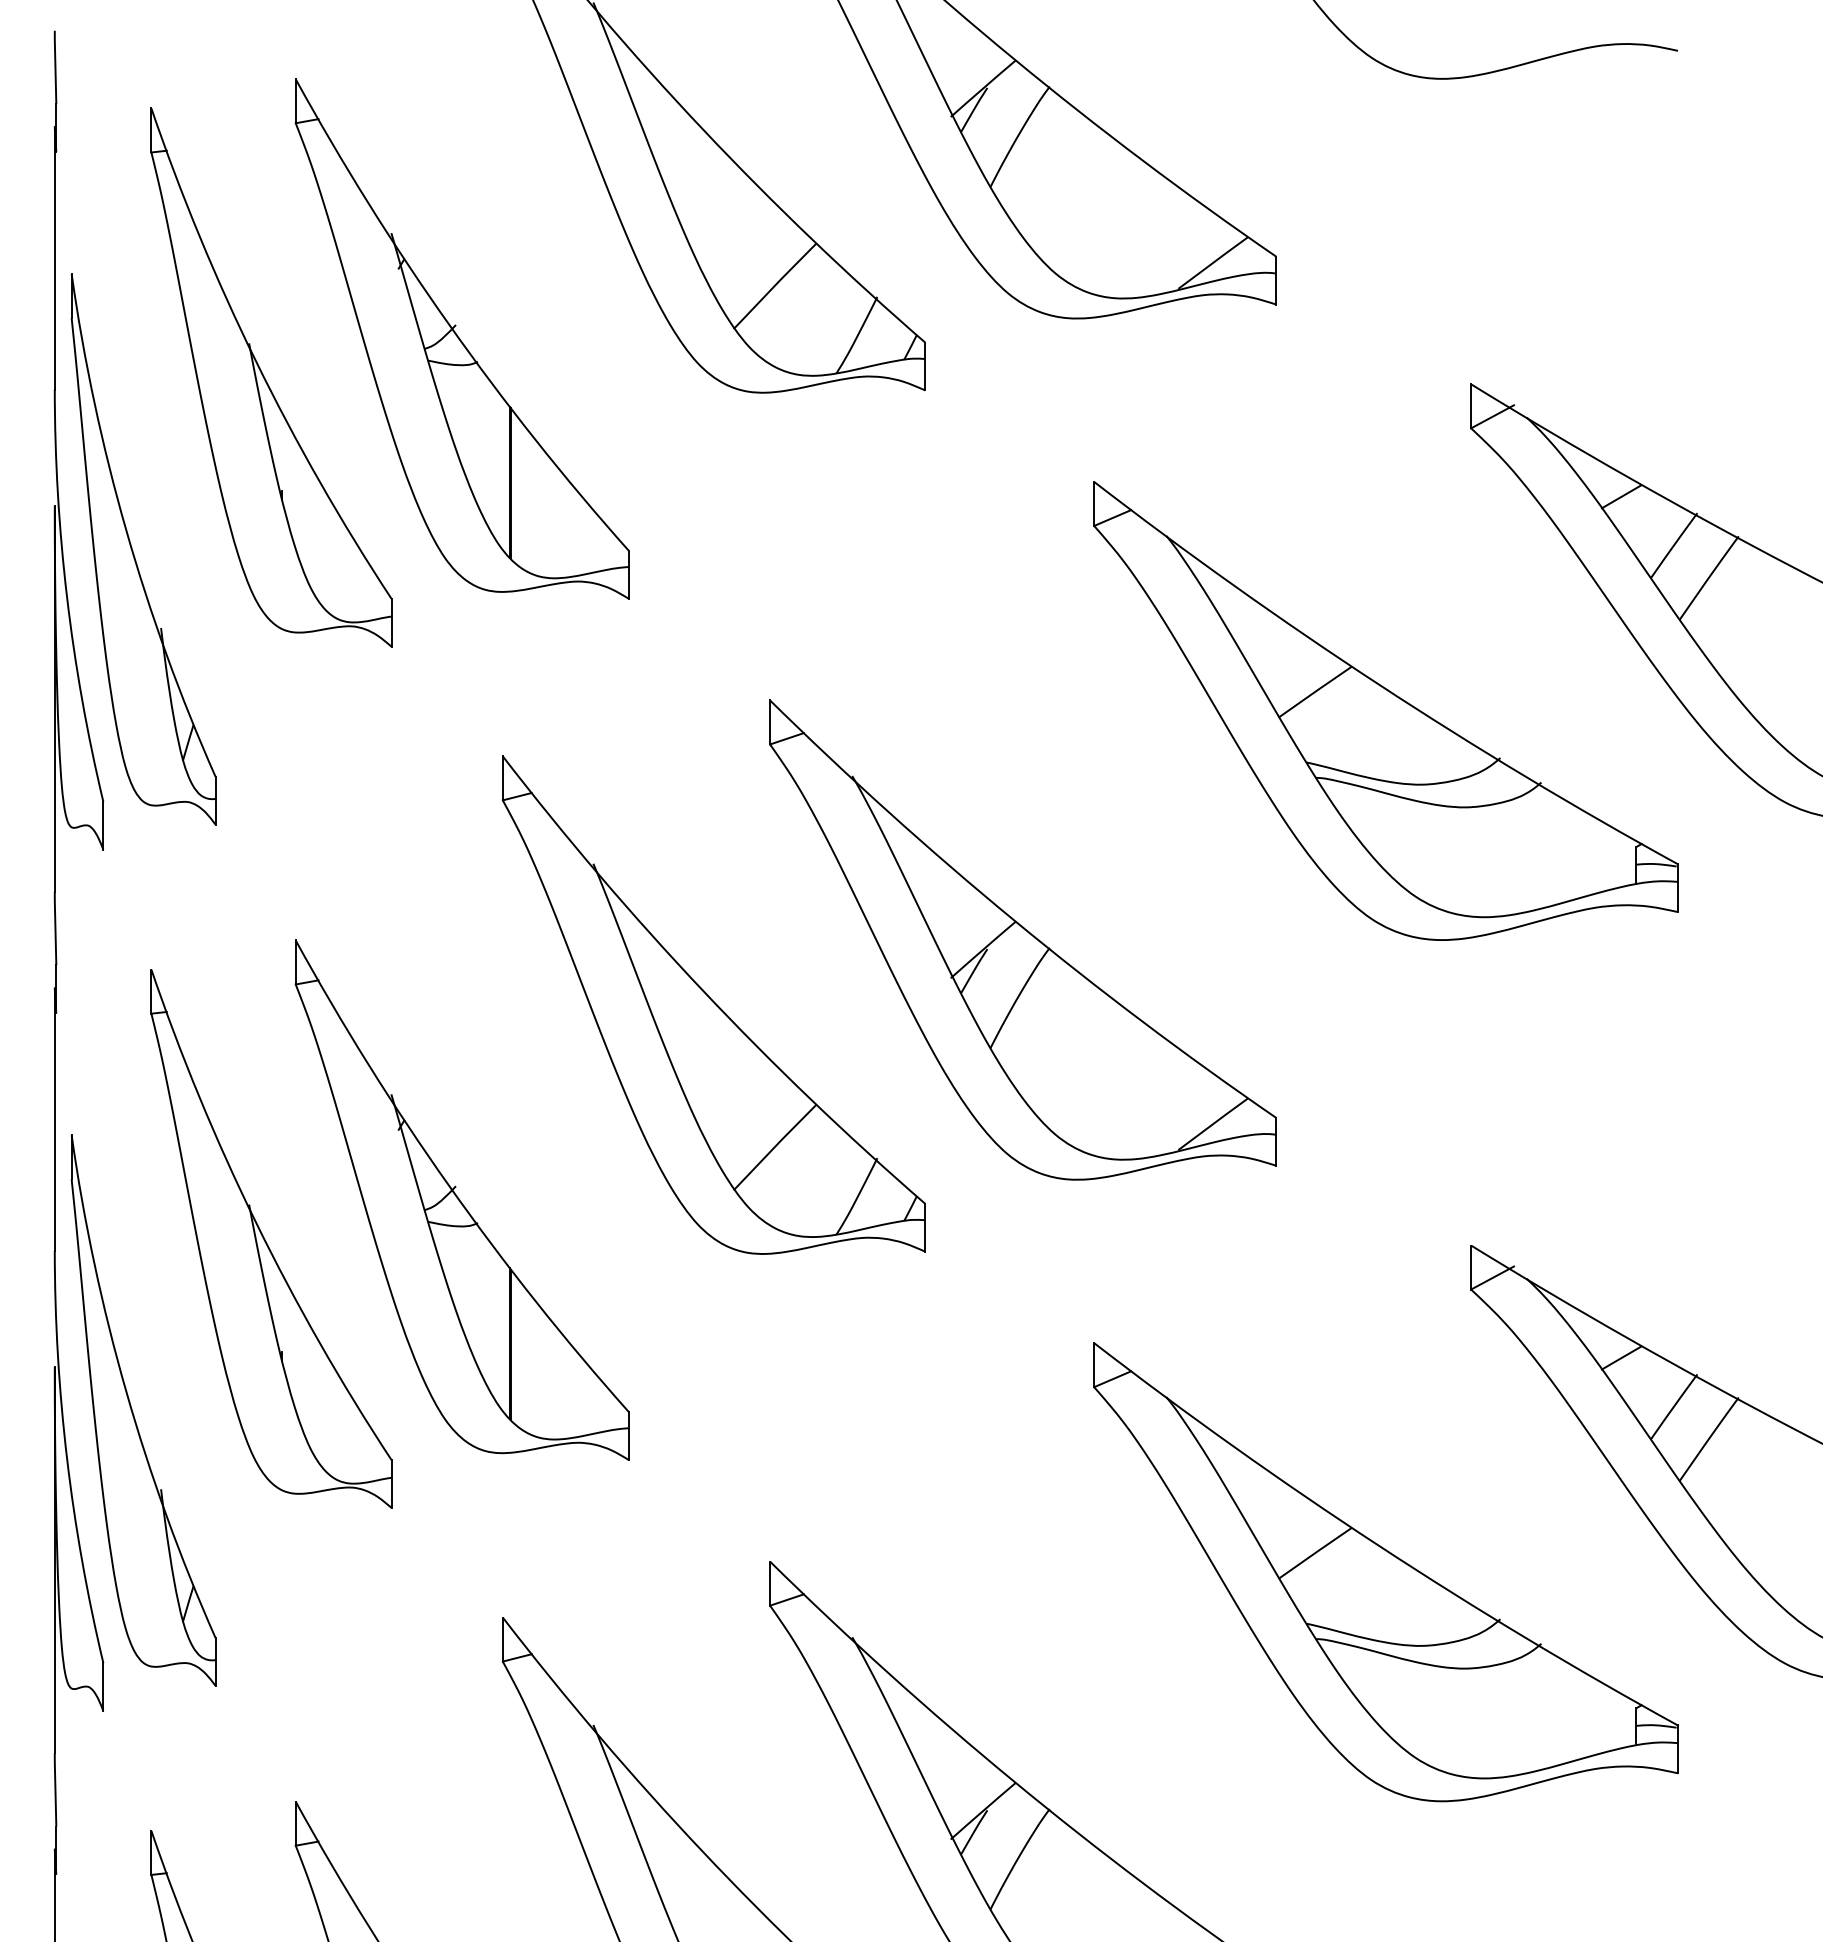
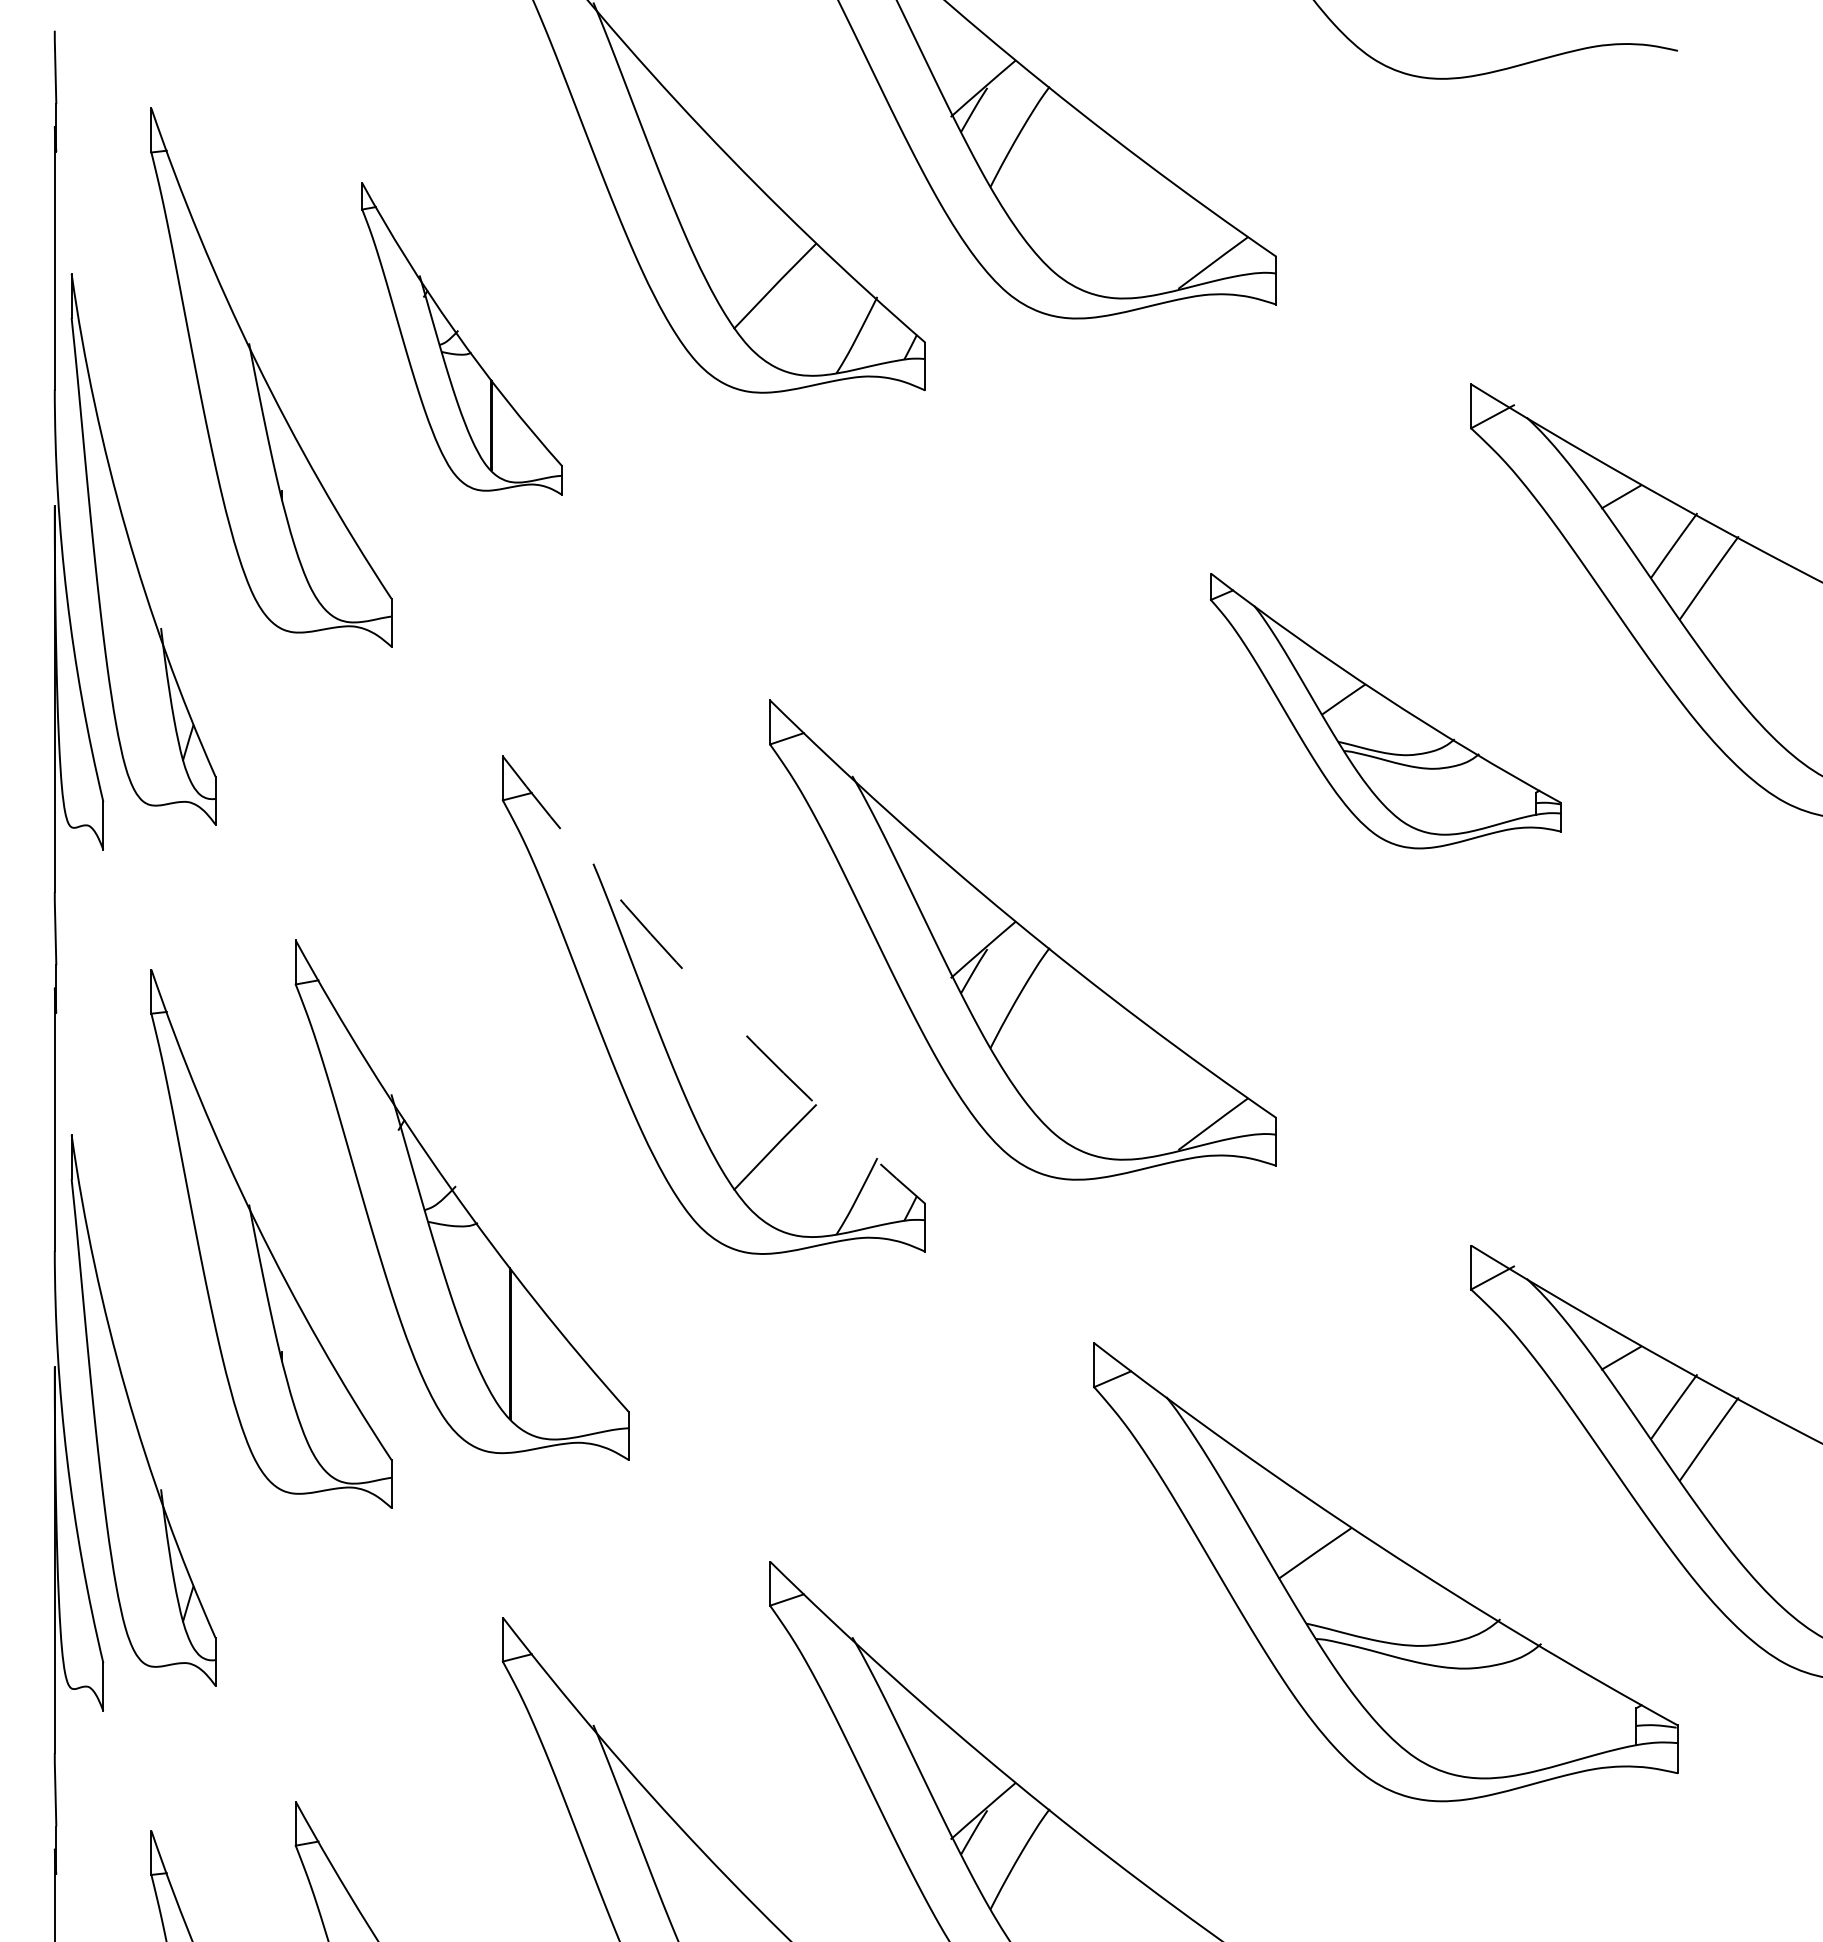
part at (461, 338) size: 336x522 px -> 202x314 px
part at (1385, 710) size: 586x460 px -> 353x277 px
arc at (702, 990): solid -> dashed
